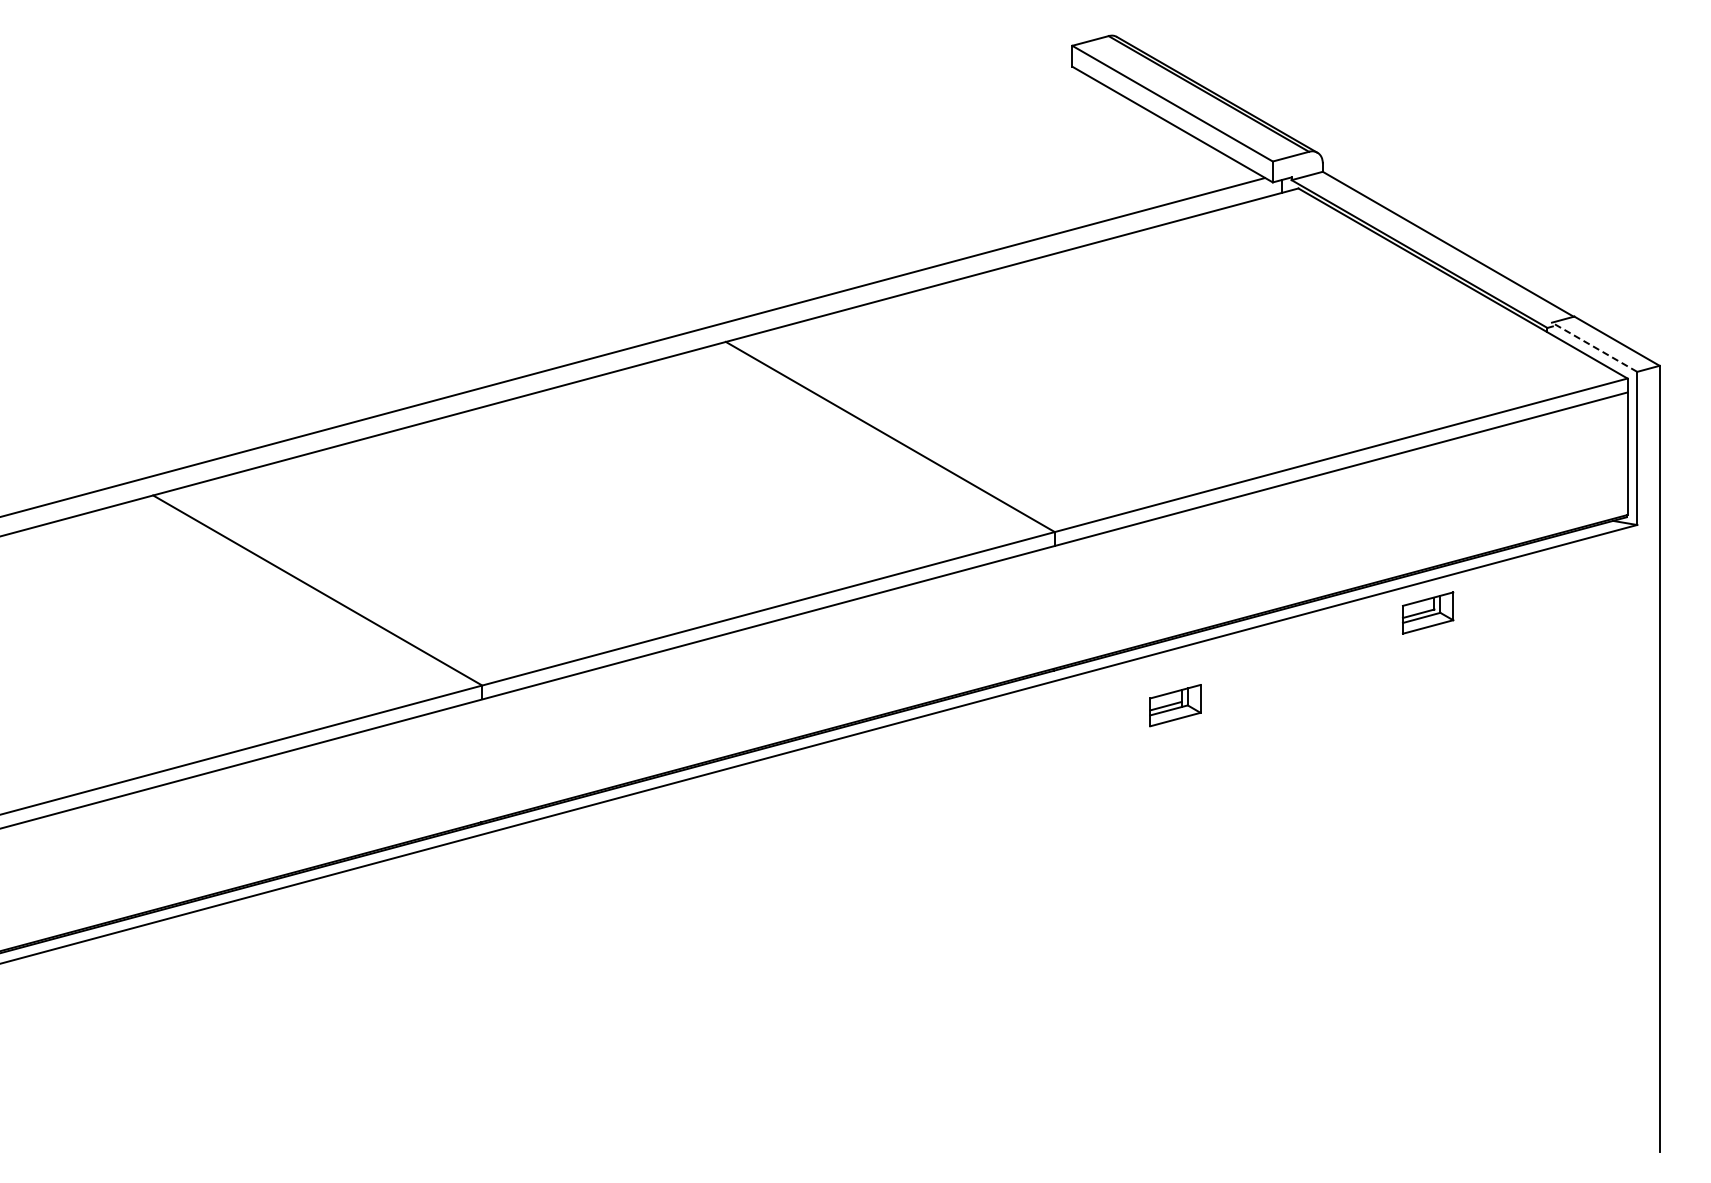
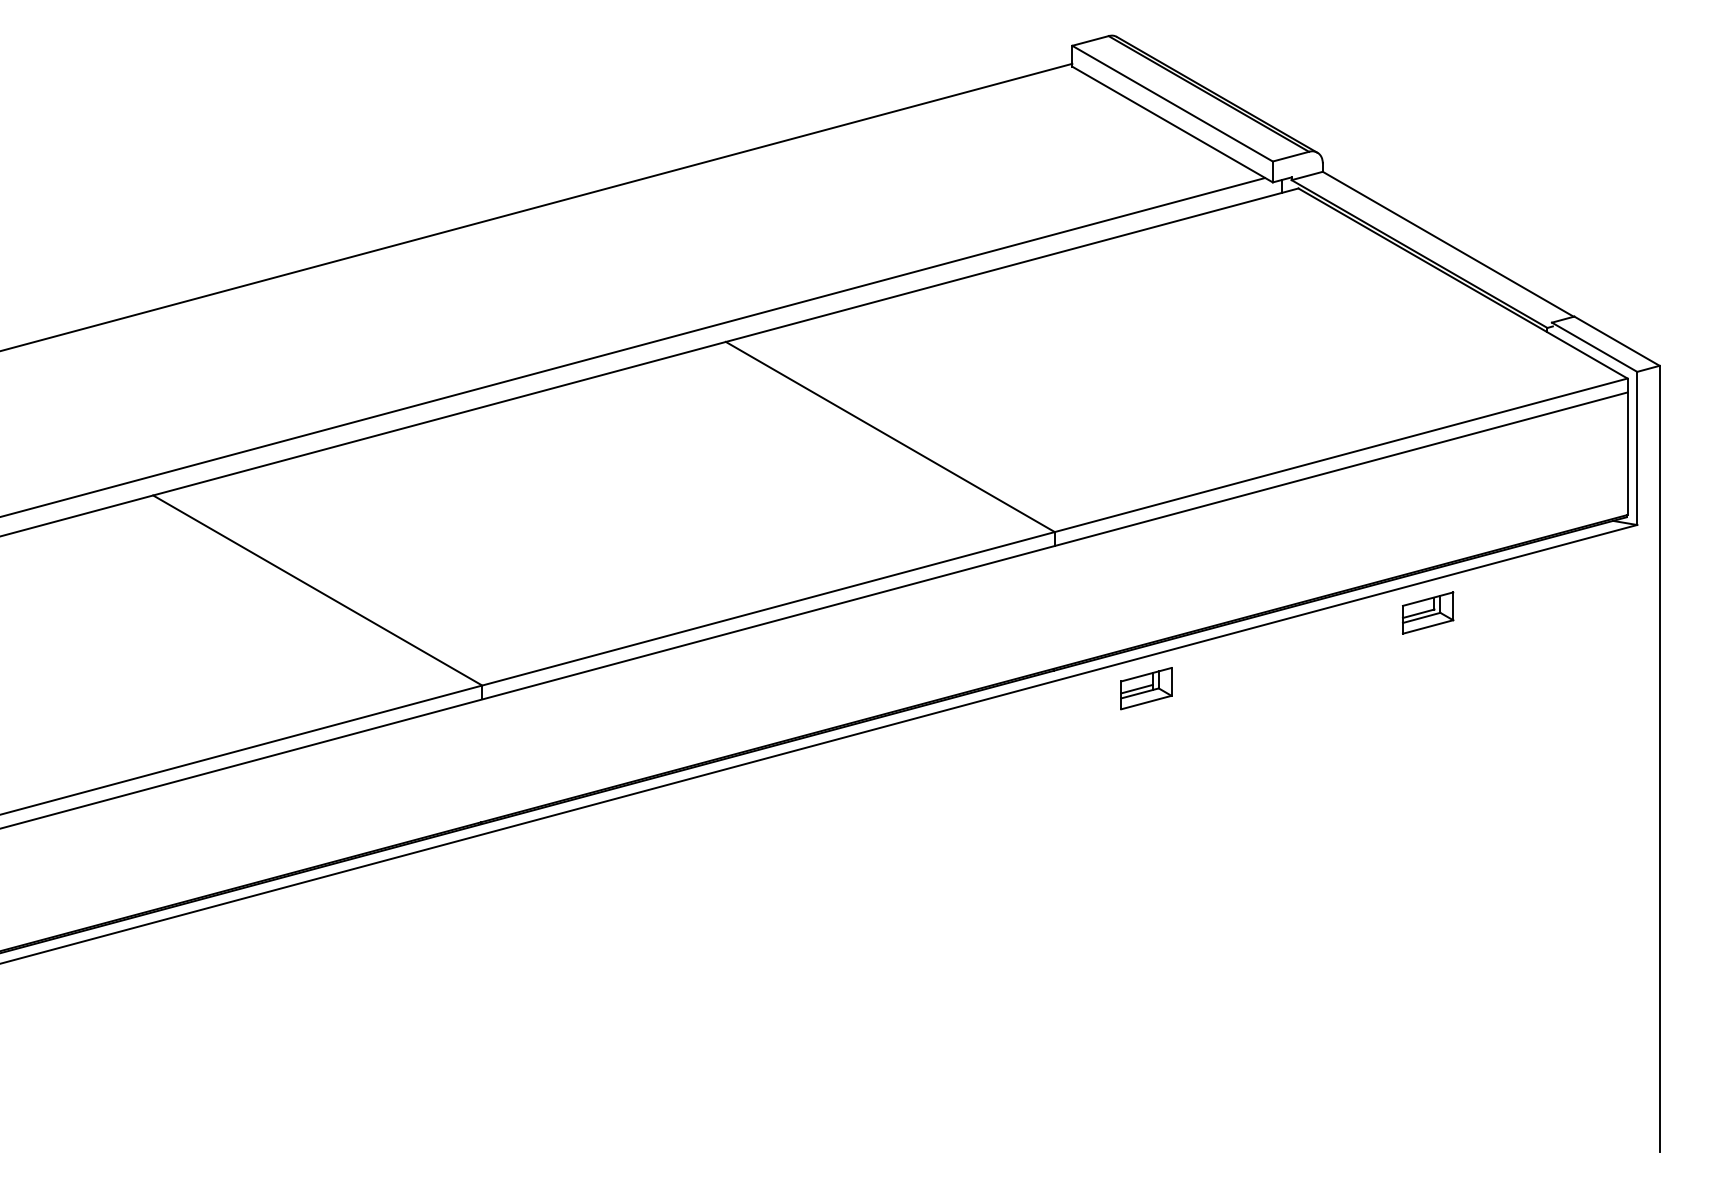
line at (537, 206): none -> present
line at (1594, 347): dashed -> solid
part at (1175, 705) position: (1175, 705) -> (1146, 688)
